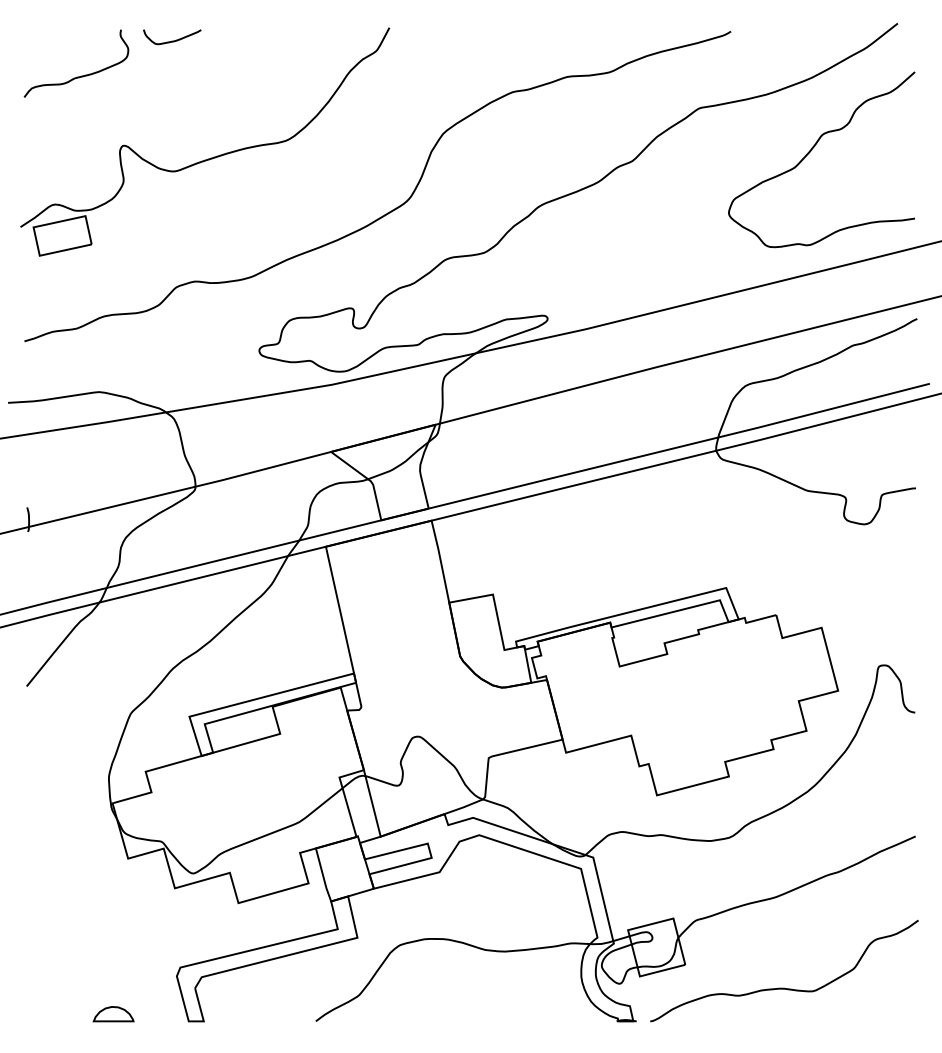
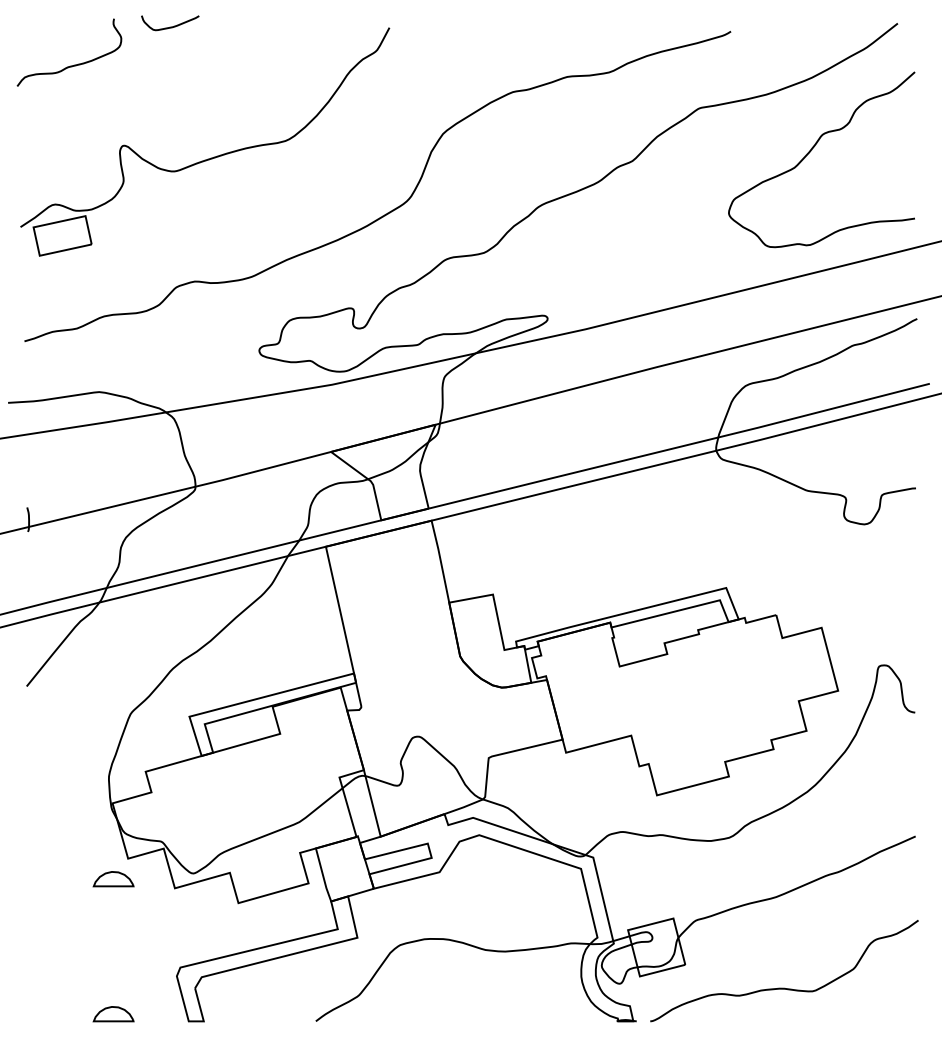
curve at (172, 40) position: (172, 40) -> (170, 26)
curve at (81, 75) position: (81, 75) -> (74, 64)
part at (113, 879): none -> present
